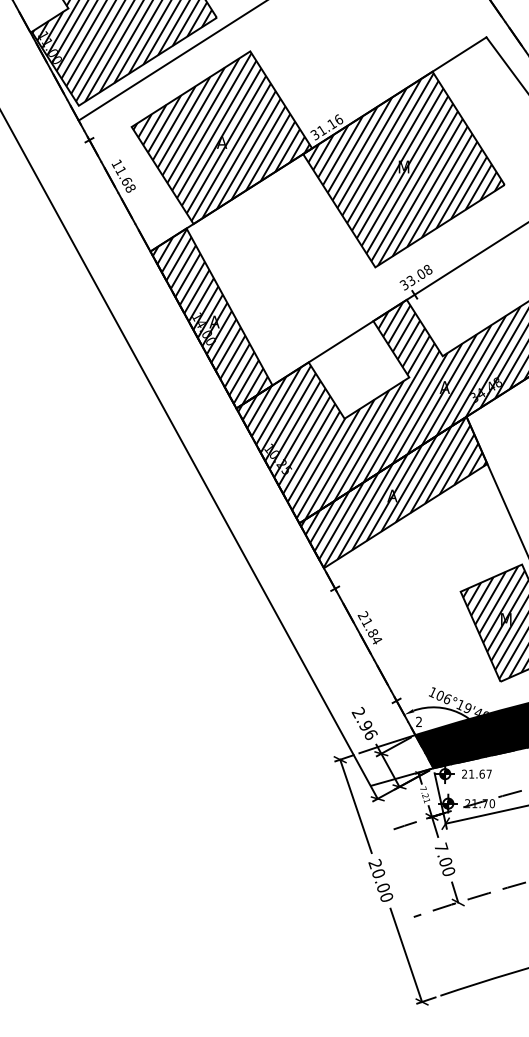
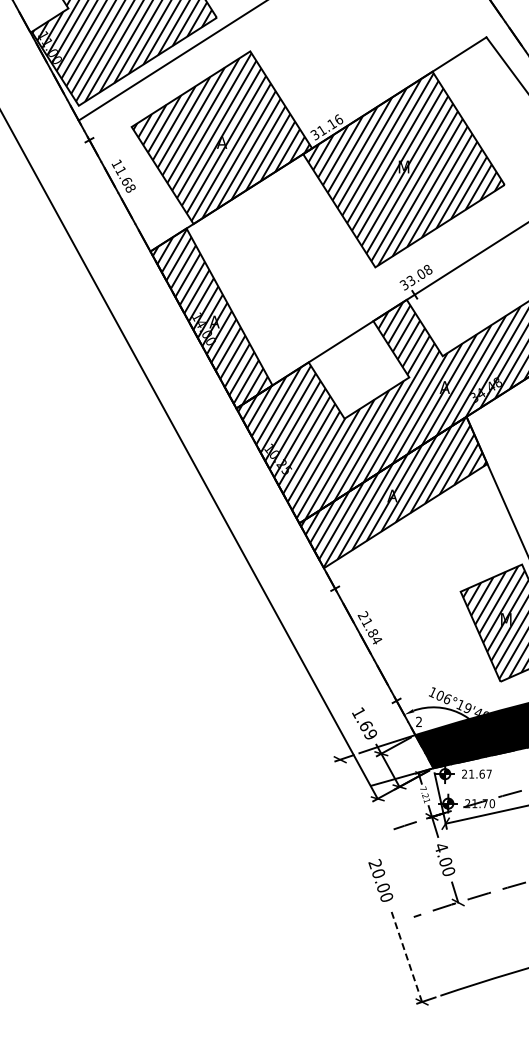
text at (364, 723): 2.96 -> 1.69
line at (355, 806): present -> none
text at (441, 847): 7.00 -> 4.00
line at (406, 954): solid -> dashed
